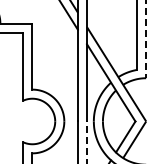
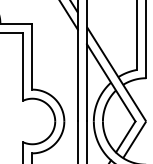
line at (146, 39): dashed -> solid
line at (87, 142): dashed -> solid
